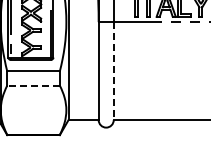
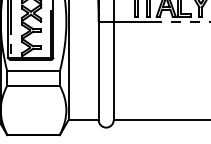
line at (113, 71): dashed -> solid
line at (33, 85): dashed -> solid
